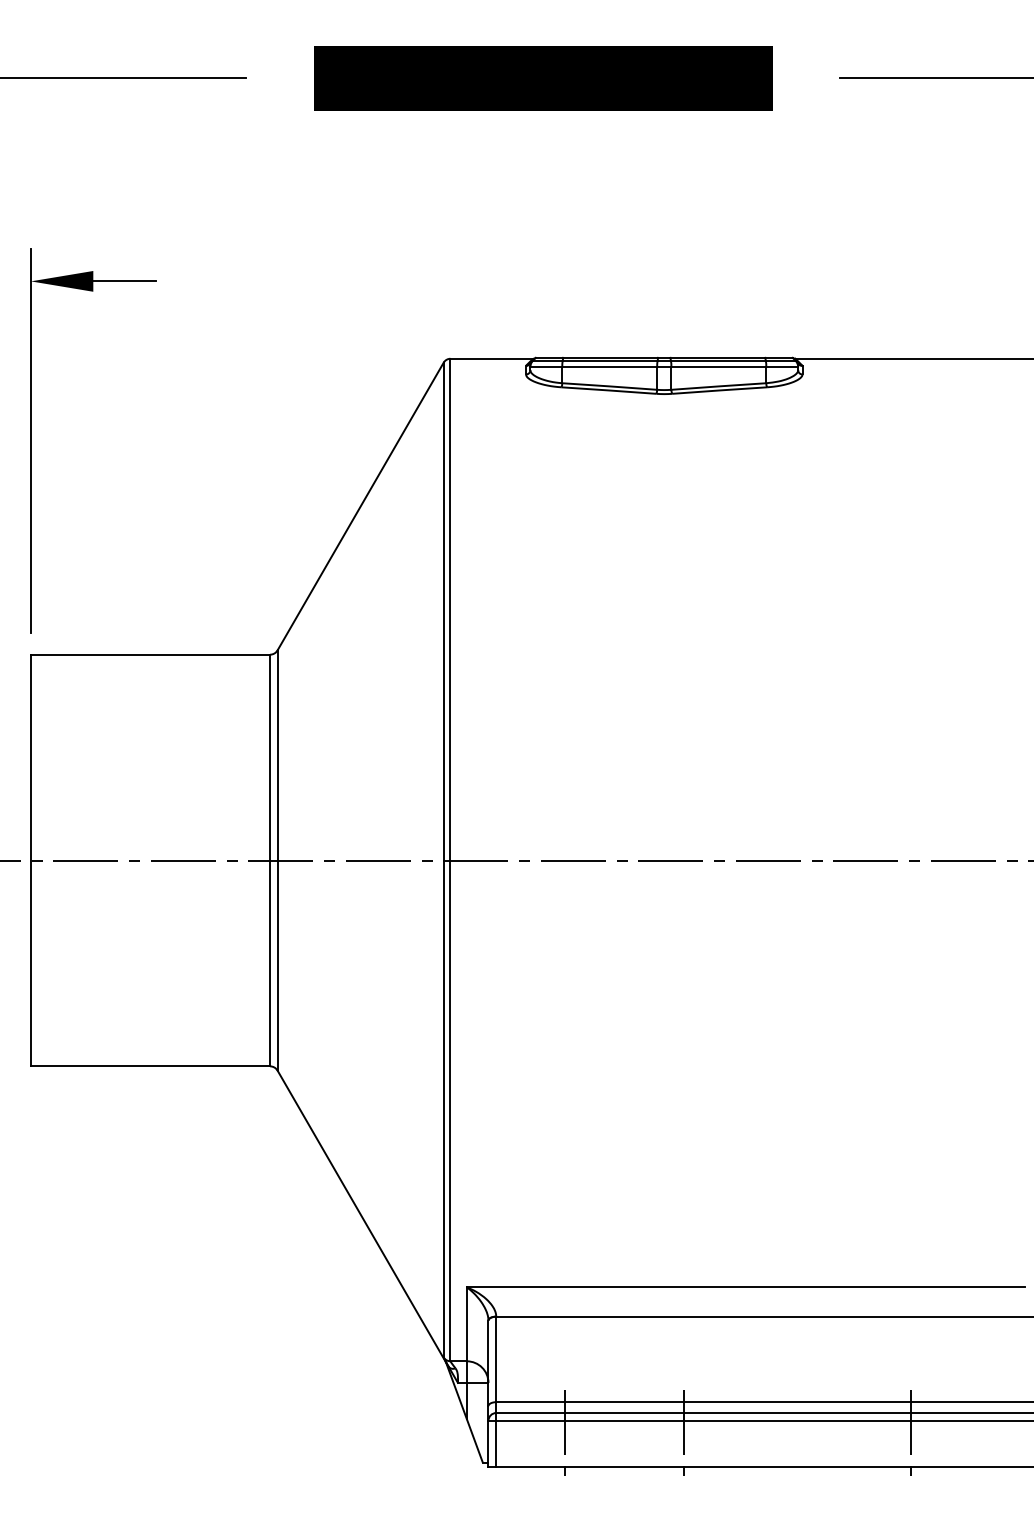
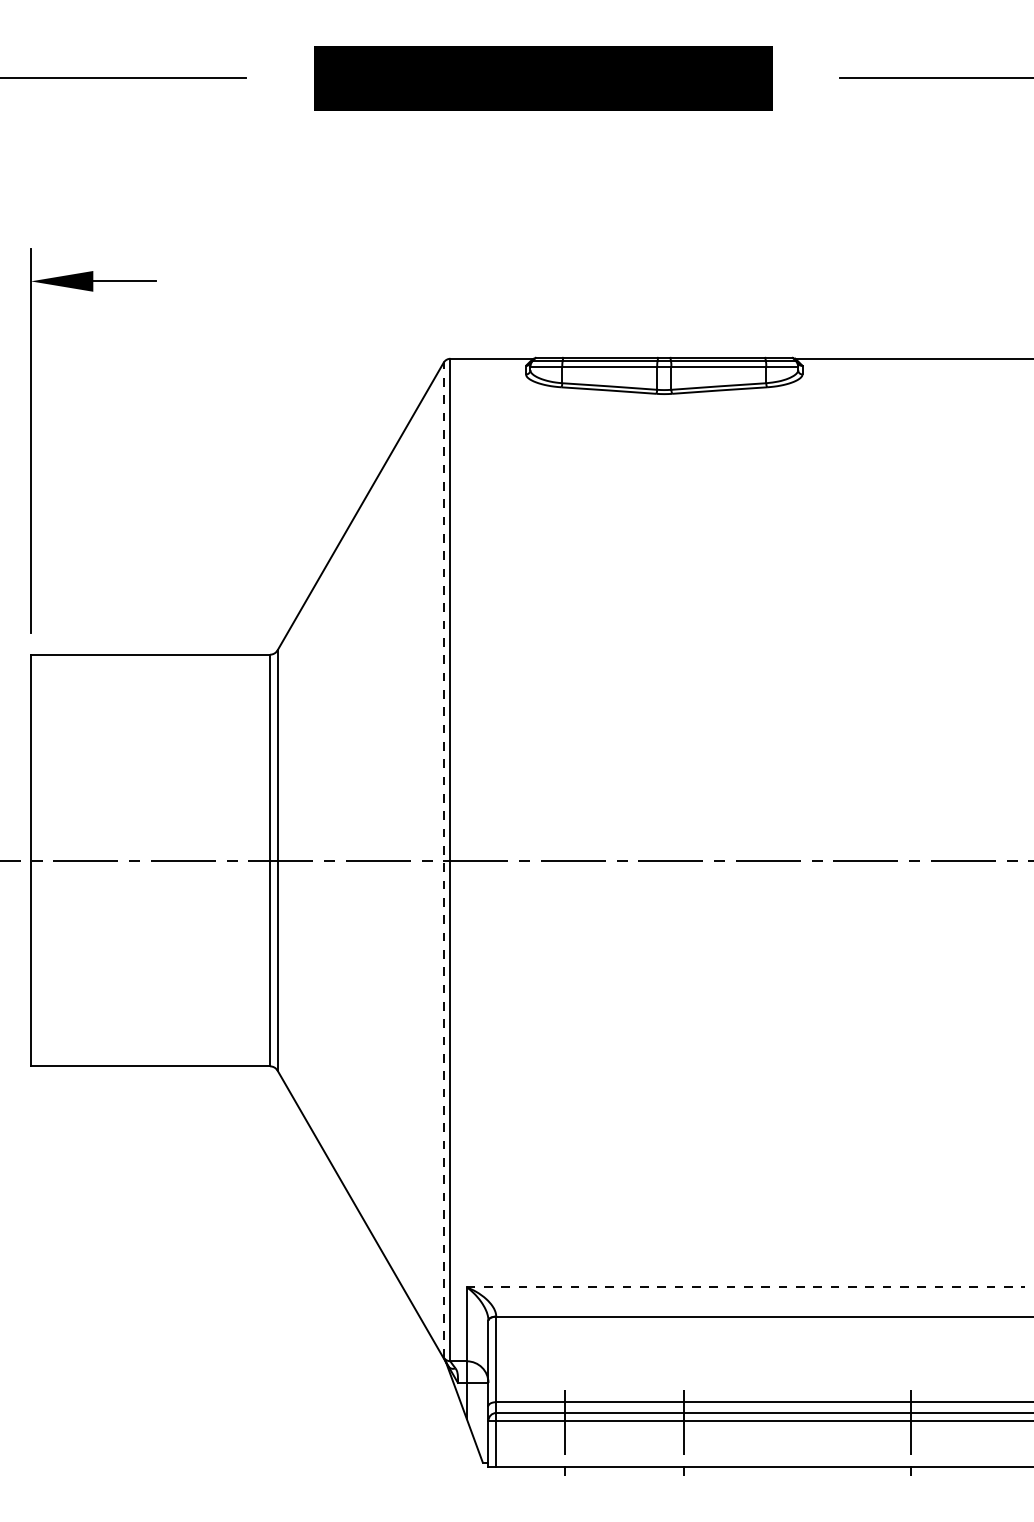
line at (443, 859): solid -> dashed
line at (745, 1287): solid -> dashed
